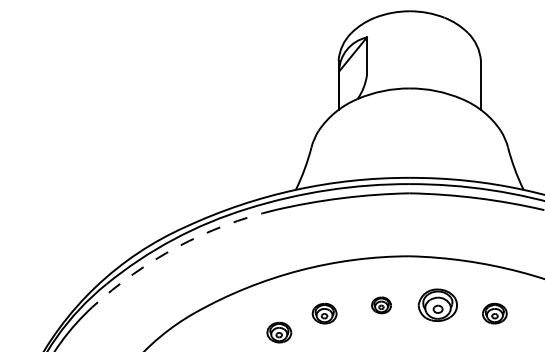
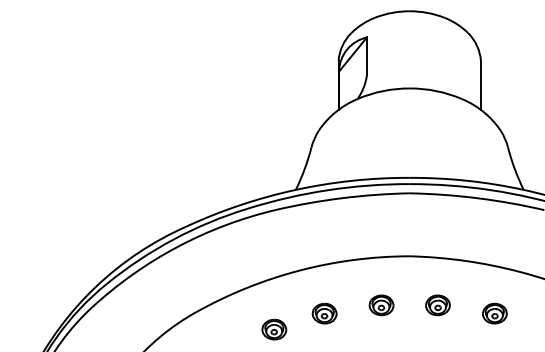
arc at (177, 246): dashed -> solid
part at (437, 304) size: 41x34 px -> 26x23 px
part at (381, 305) size: 21x19 px -> 27x23 px
part at (279, 332) position: (279, 332) -> (274, 329)
